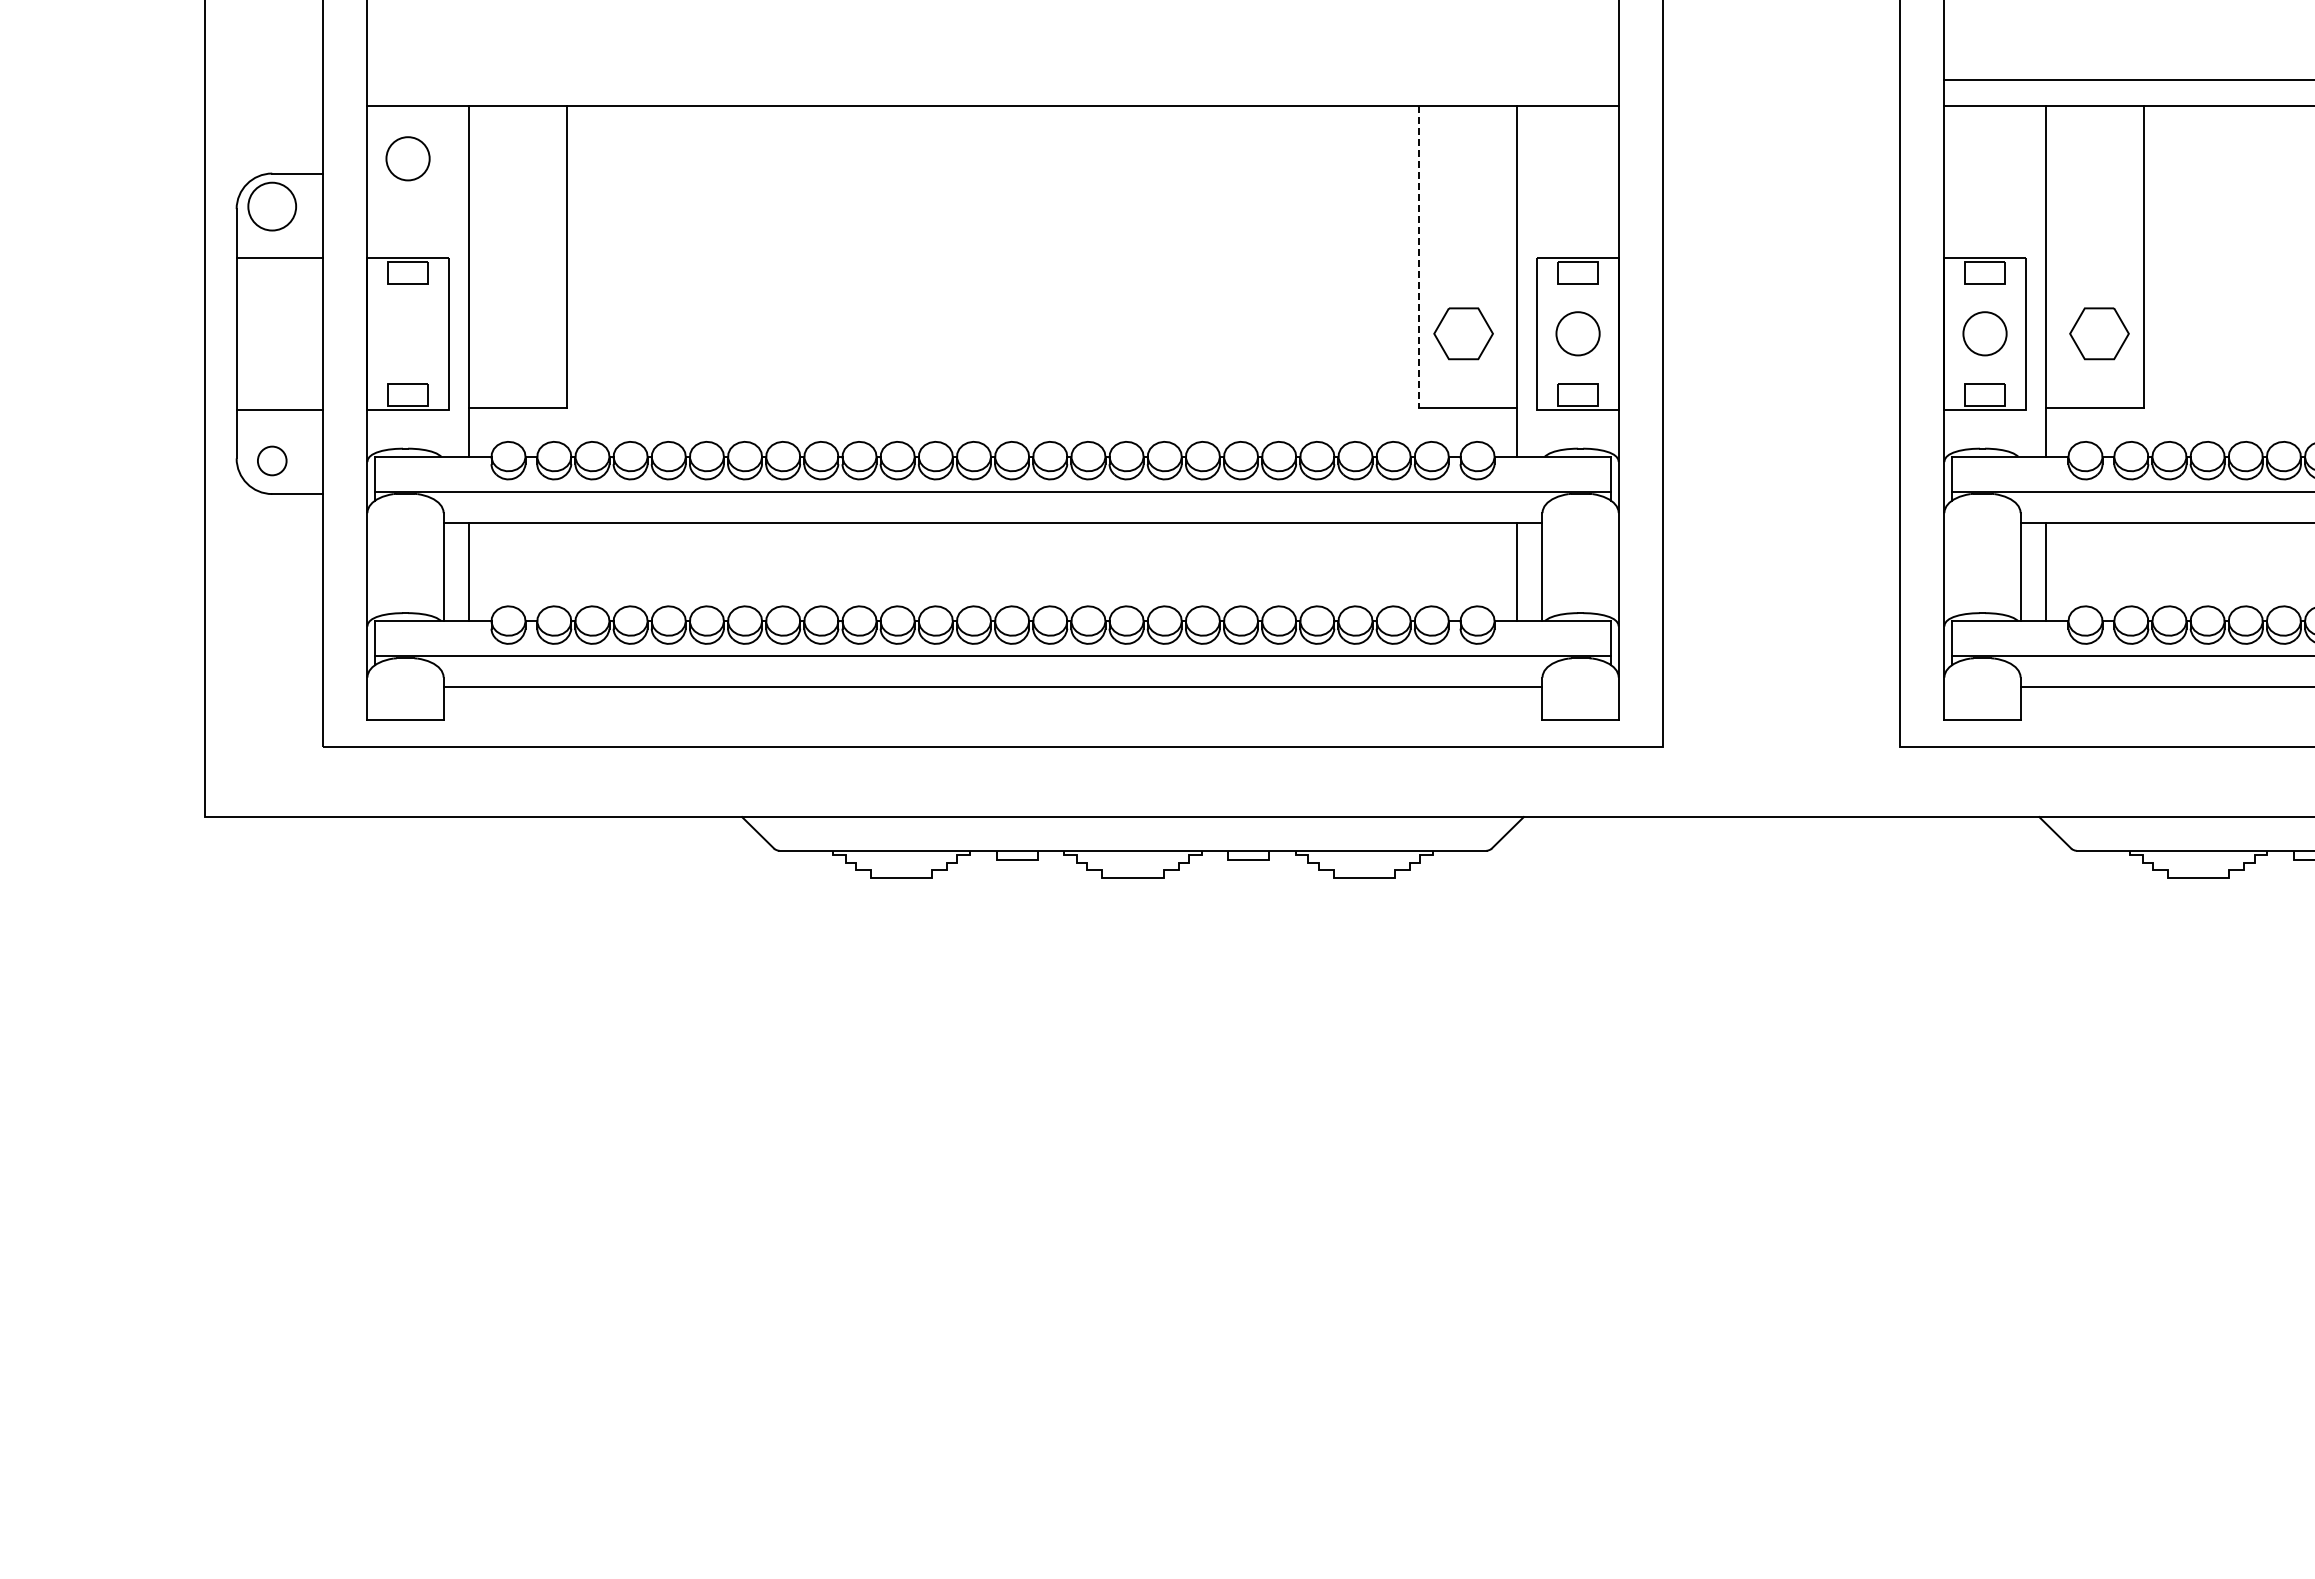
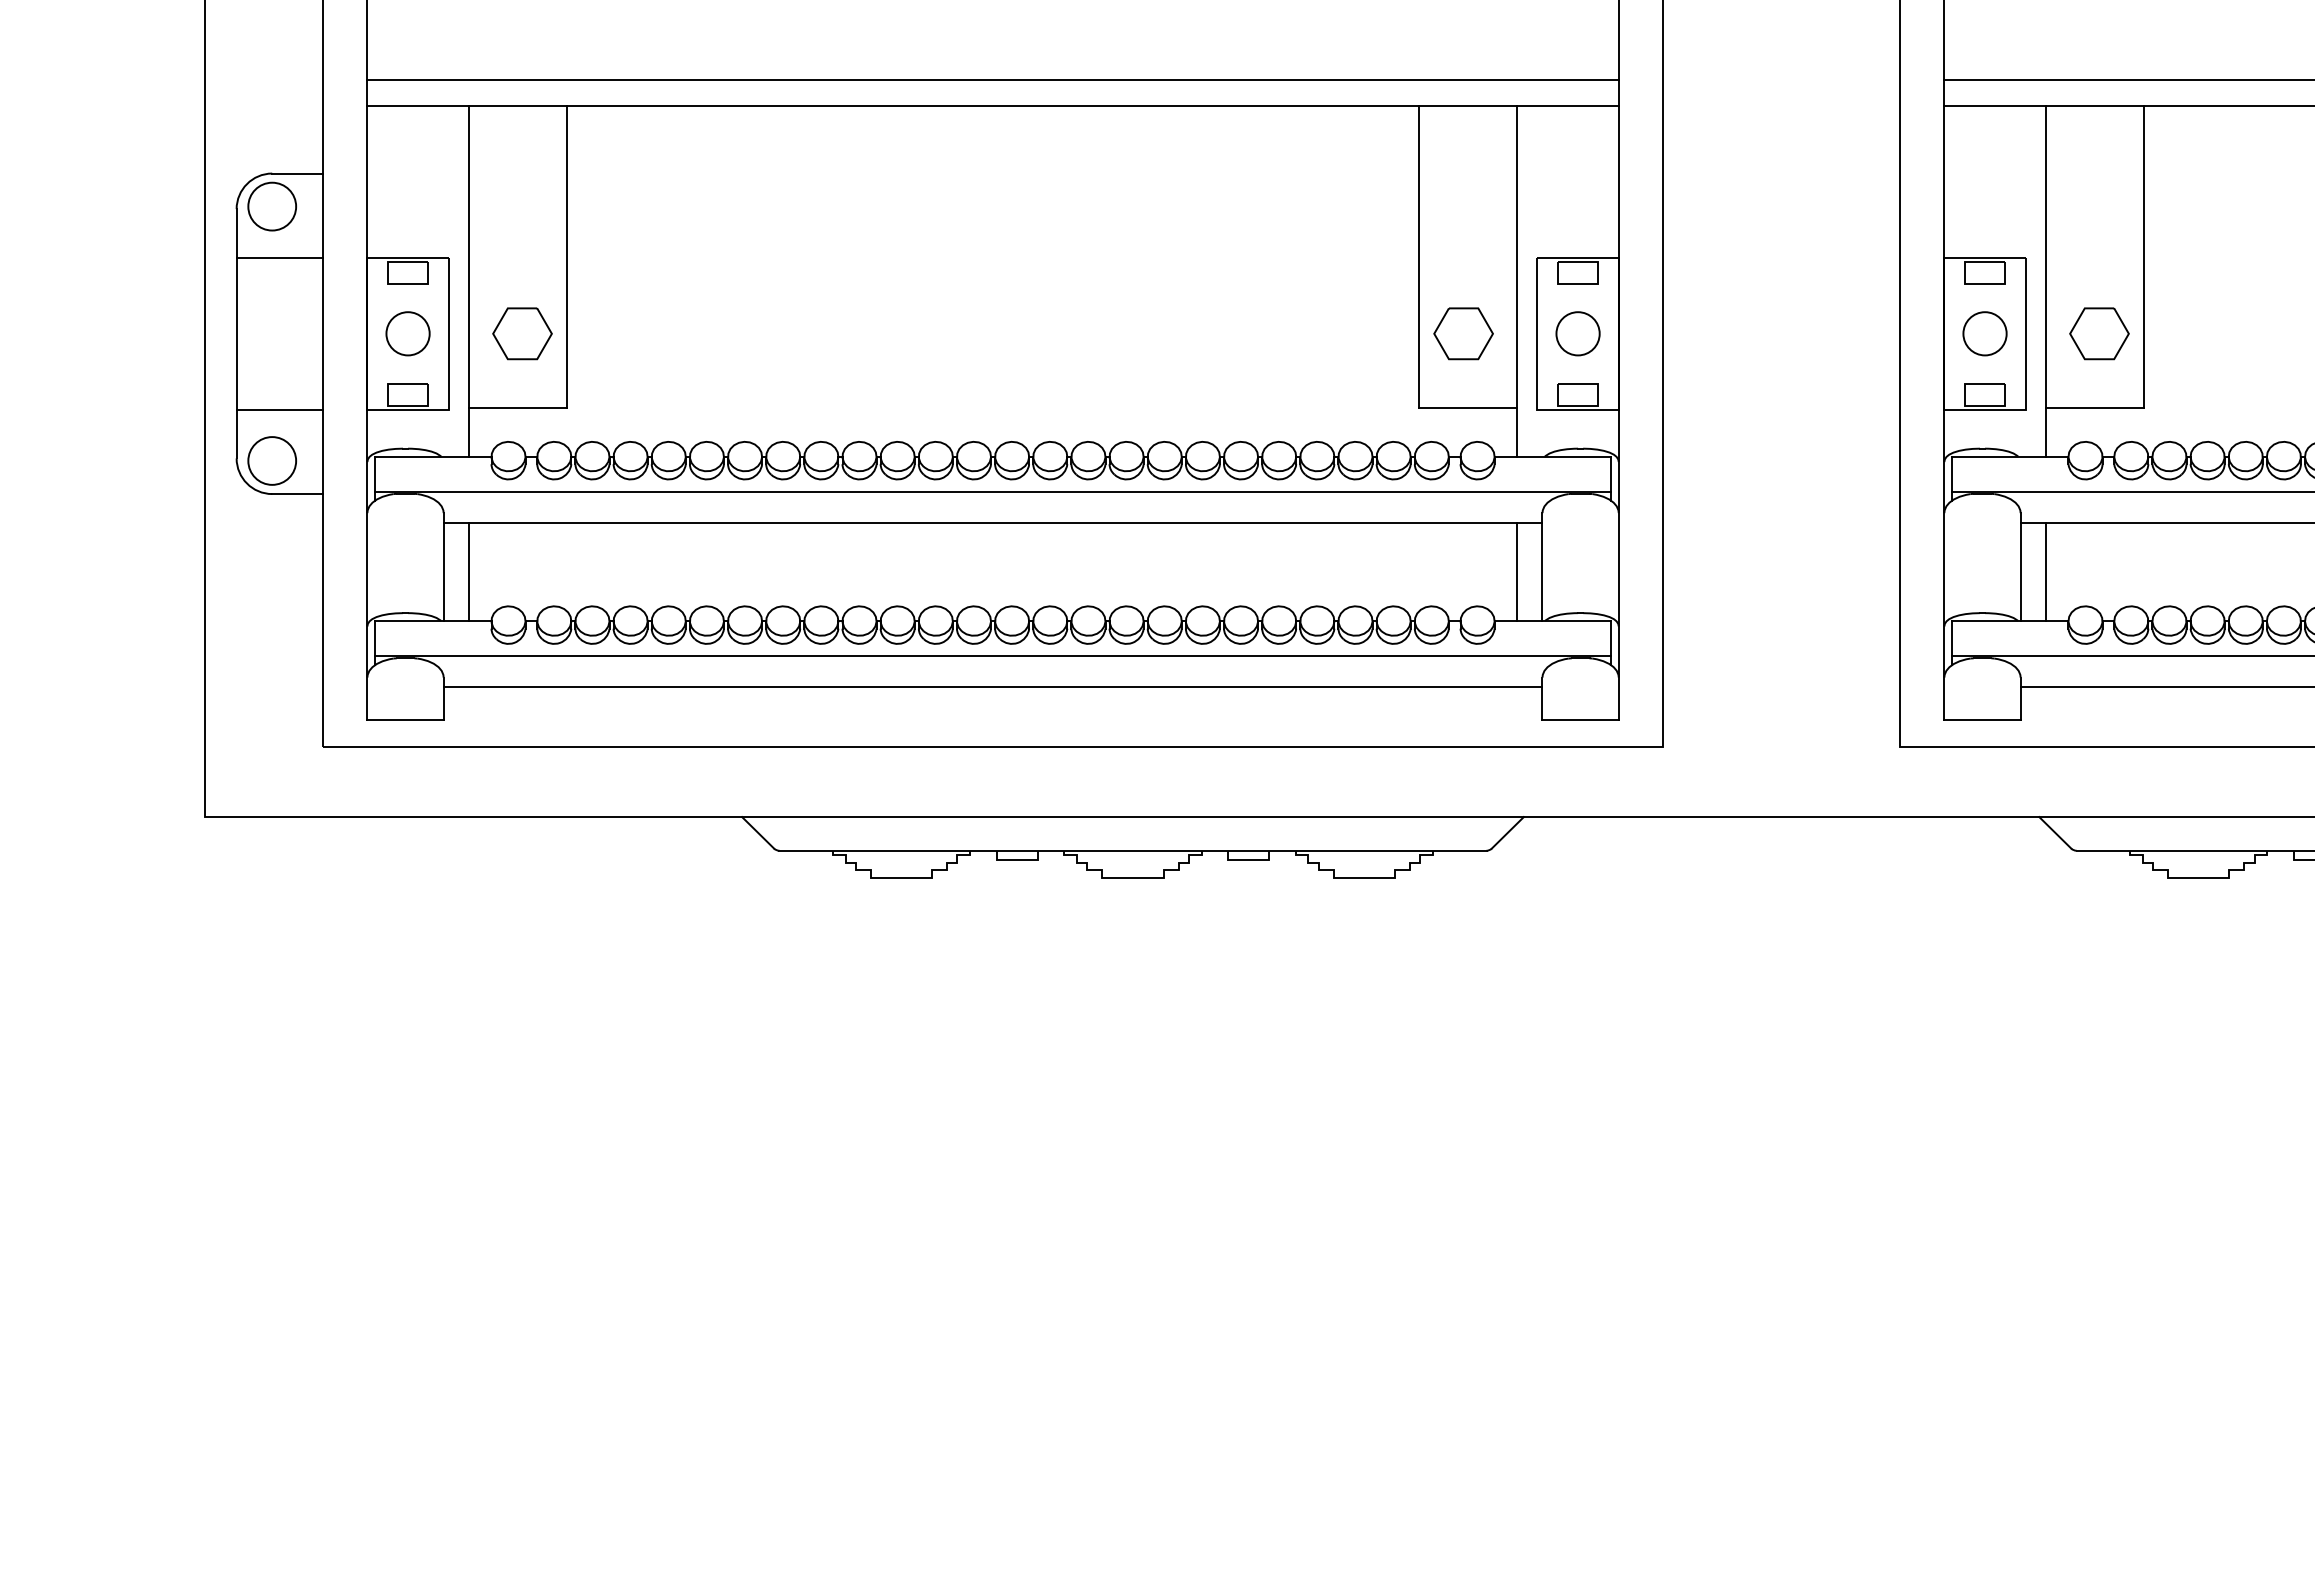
line at (992, 80): none -> present
circle at (407, 158) position: (407, 158) -> (407, 333)
line at (1419, 256): dashed -> solid
part at (522, 333): none -> present
circle at (271, 460) diameter: 29 px -> 48 px
